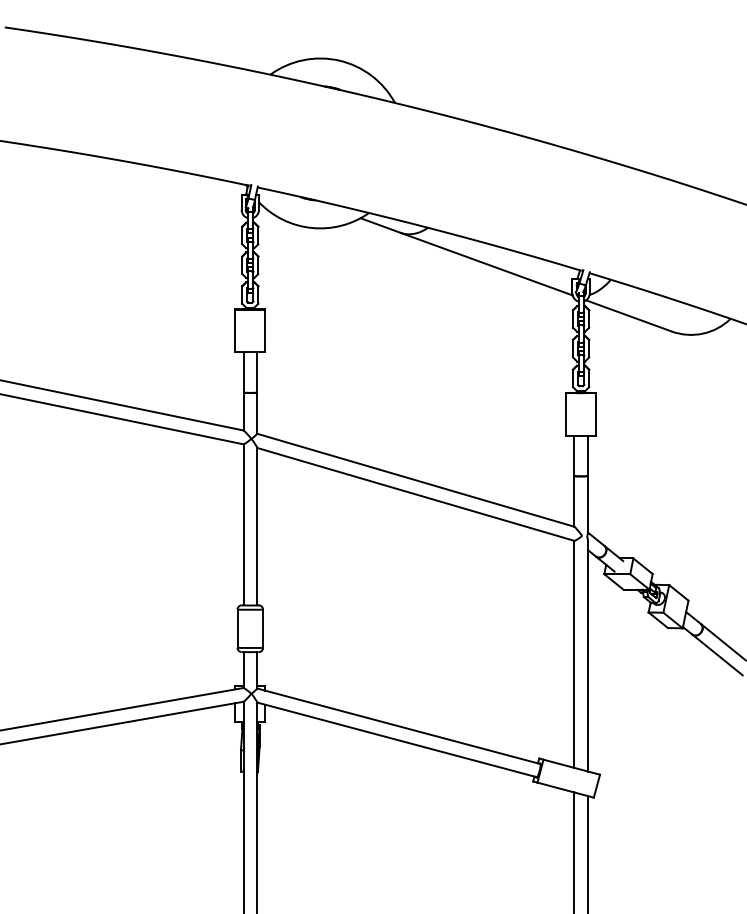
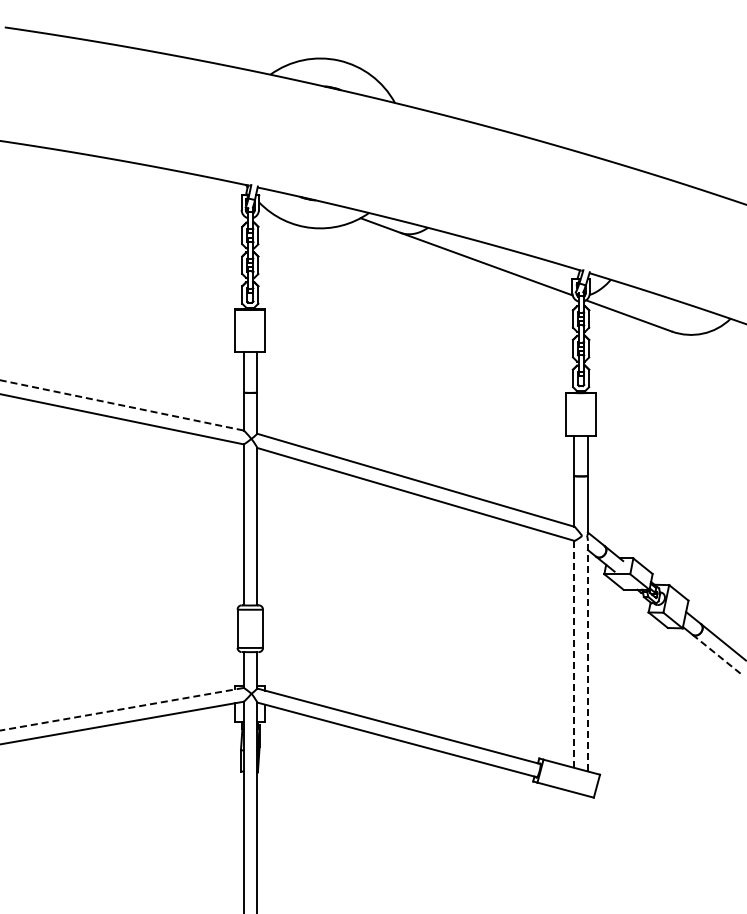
line at (121, 405): solid -> dashed
line at (574, 654): solid -> dashed
line at (587, 655): solid -> dashed
line at (717, 655): solid -> dashed
line at (121, 709): solid -> dashed
line at (574, 851): present -> none
line at (587, 853): present -> none
